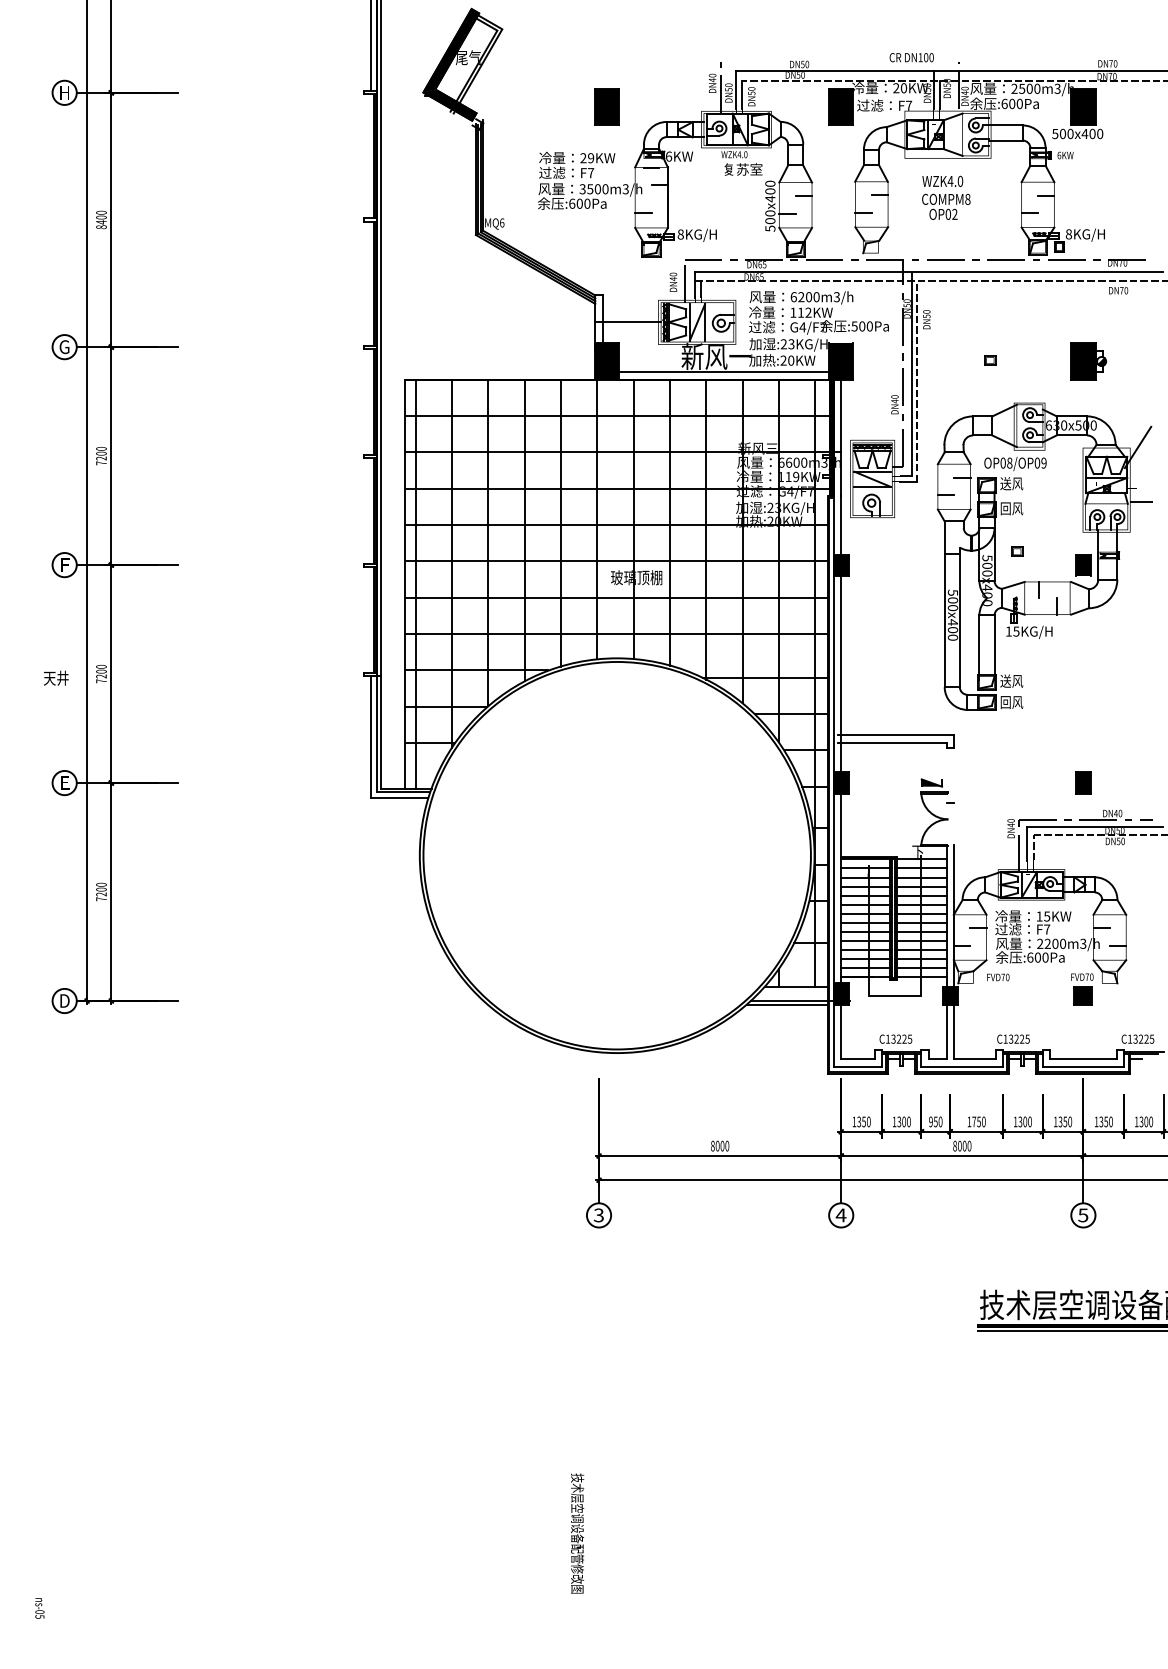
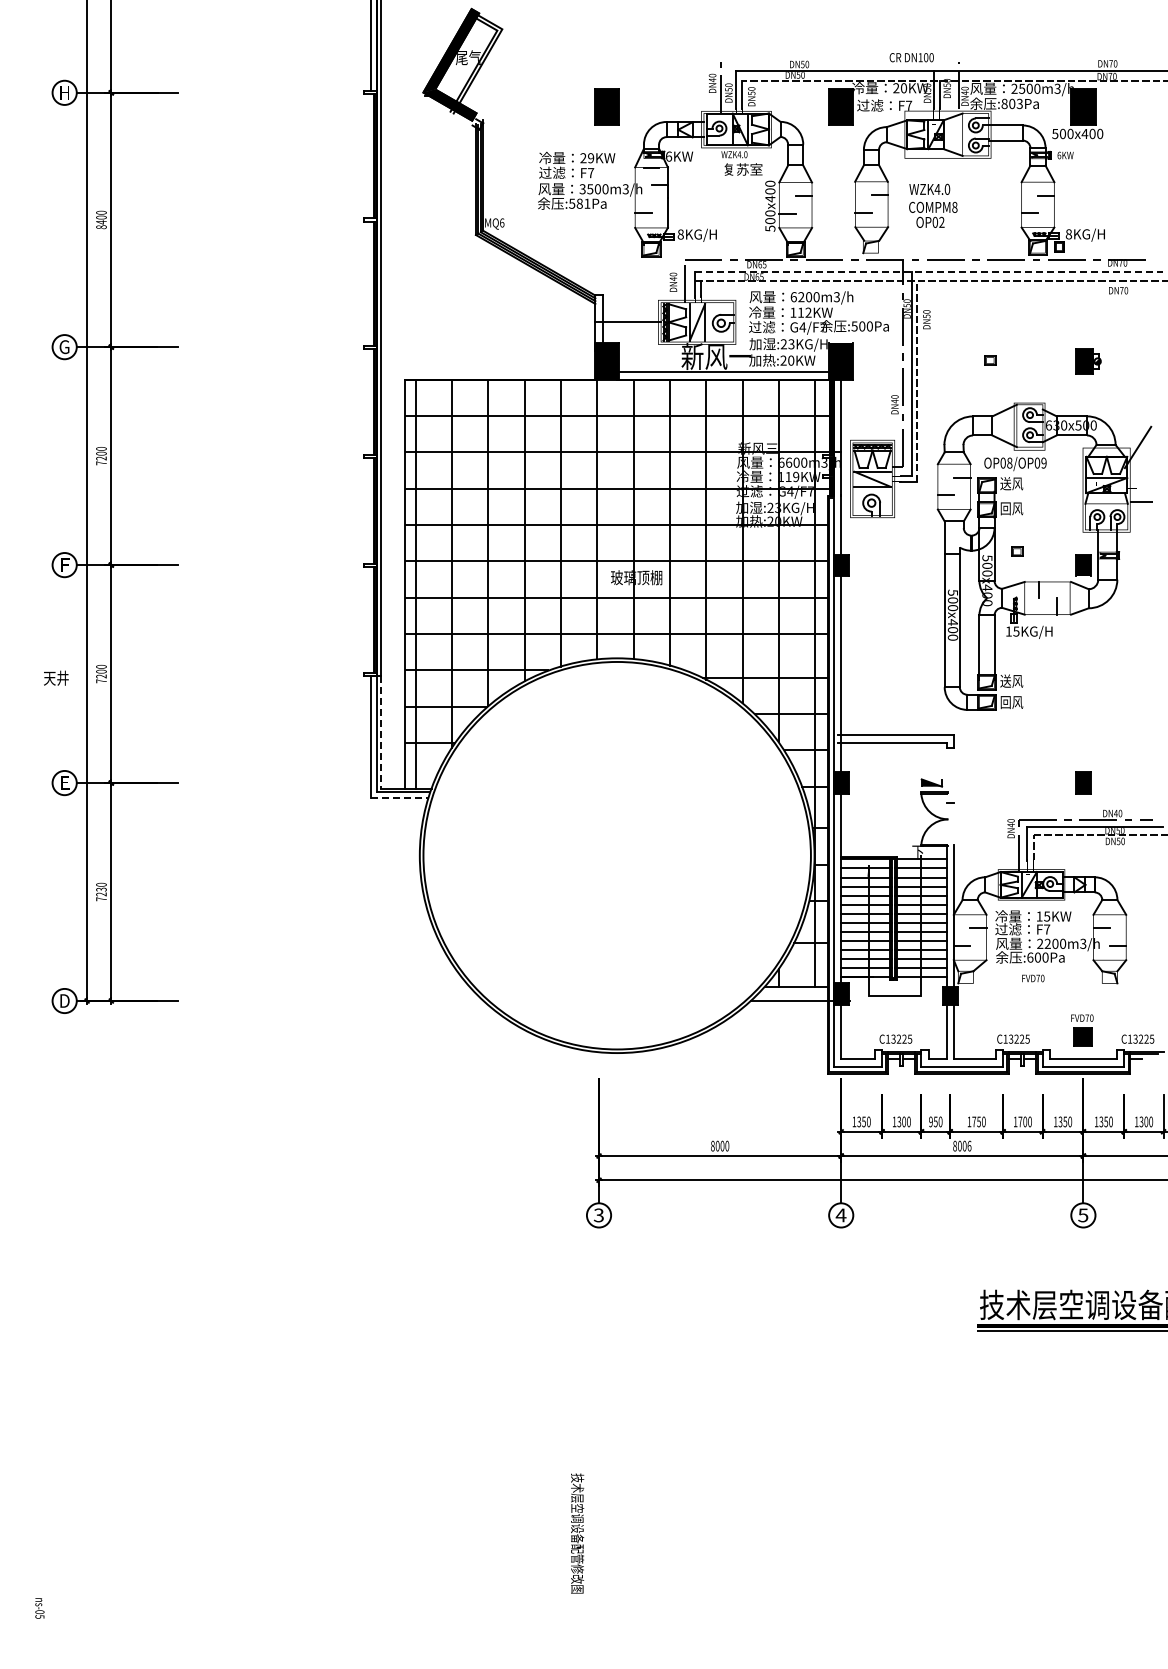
text at (1011, 103): :600Pa -> :803Pa
text at (946, 197) position: (946, 197) -> (933, 205)
text at (579, 203): :600Pa -> :581Pa
line at (929, 272): solid -> dashed
part at (1088, 361) size: 37x39 px -> 27x27 px
line at (381, 732): solid -> dashed
line at (399, 798): solid -> dashed
text at (101, 889): 7200 -> 7230
text at (998, 977) position: (998, 977) -> (1033, 978)
part at (1082, 989) position: (1082, 989) -> (1082, 1030)
line at (786, 1004): present -> none
text at (1020, 1121): 1300 -> 1700
text at (969, 1145): 8000 -> 8006
